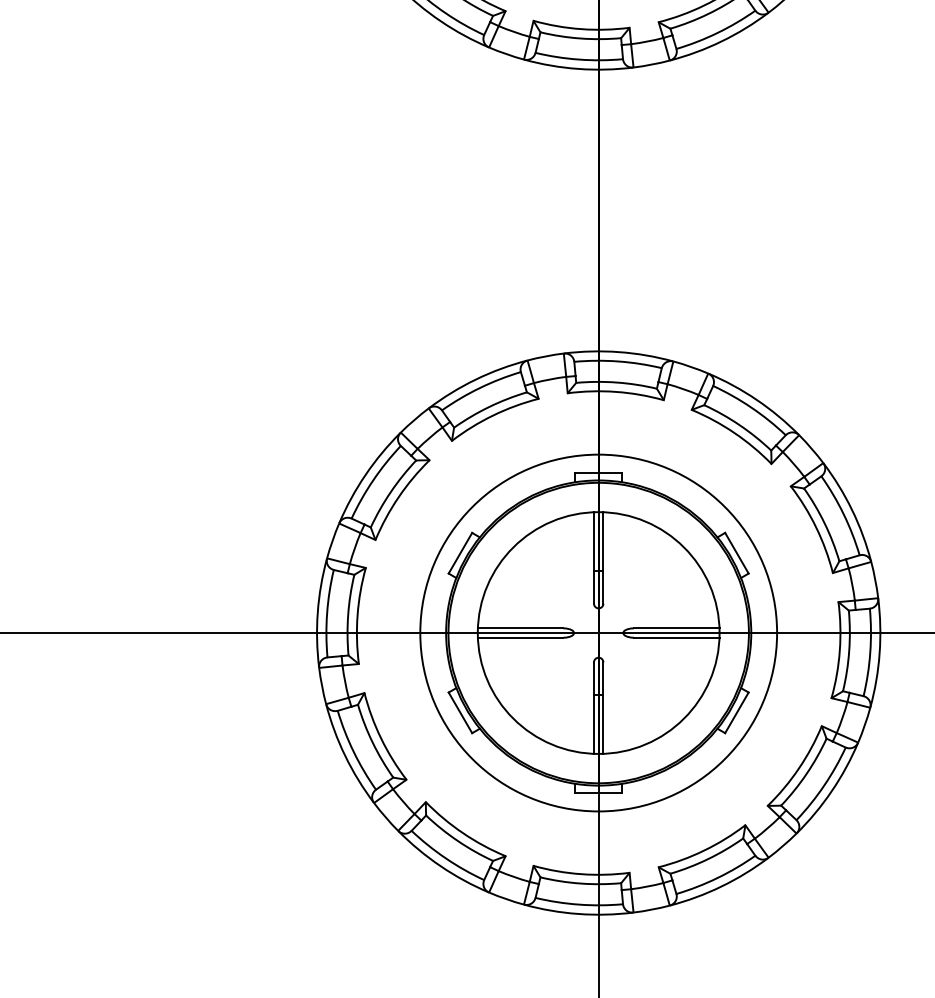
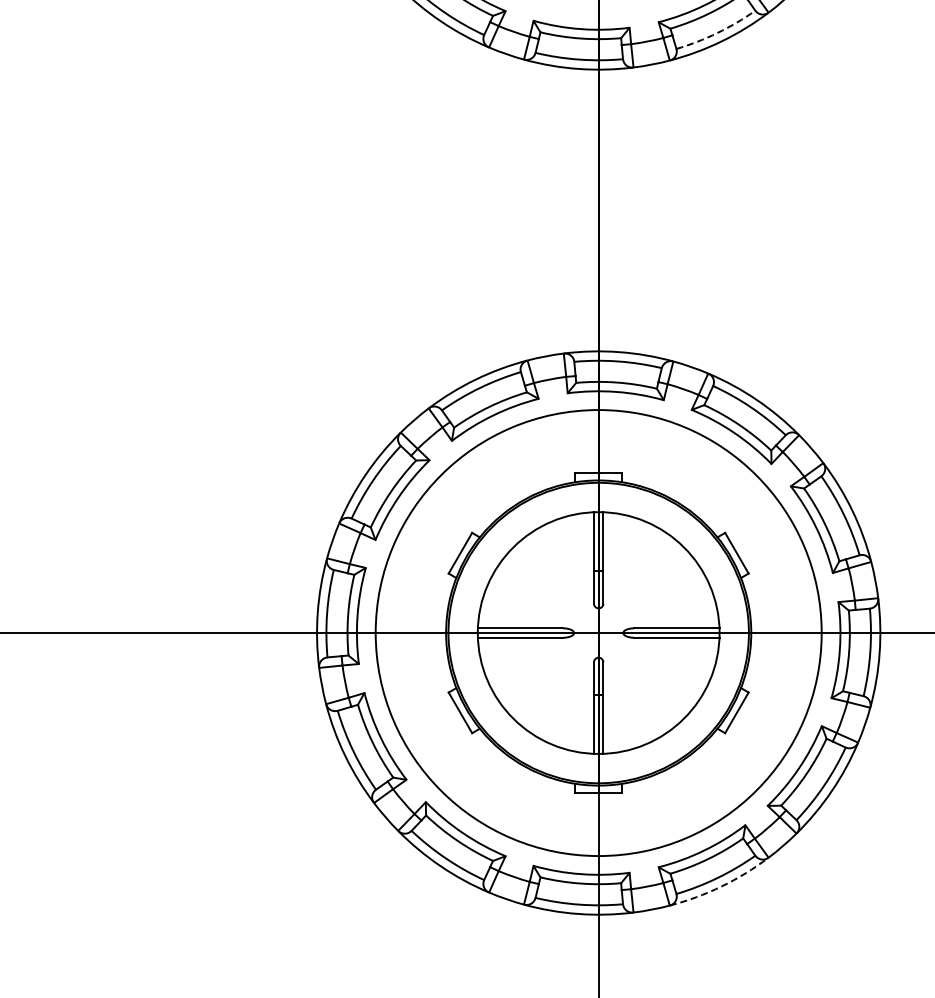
arc at (717, 33): solid -> dashed
circle at (598, 632) diameter: 357 px -> 446 px
arc at (721, 886): solid -> dashed
